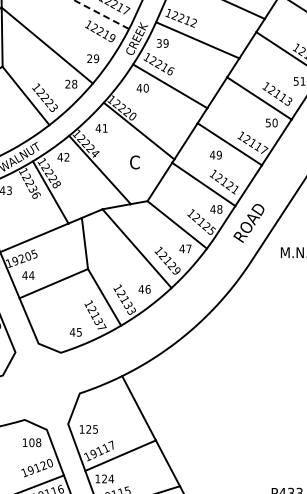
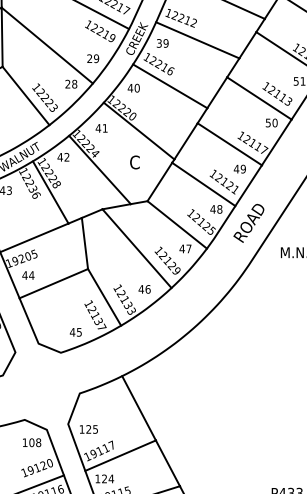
line at (101, 14): dashed -> solid
text at (142, 87) position: (142, 87) -> (133, 87)
text at (215, 154) position: (215, 154) -> (239, 168)
